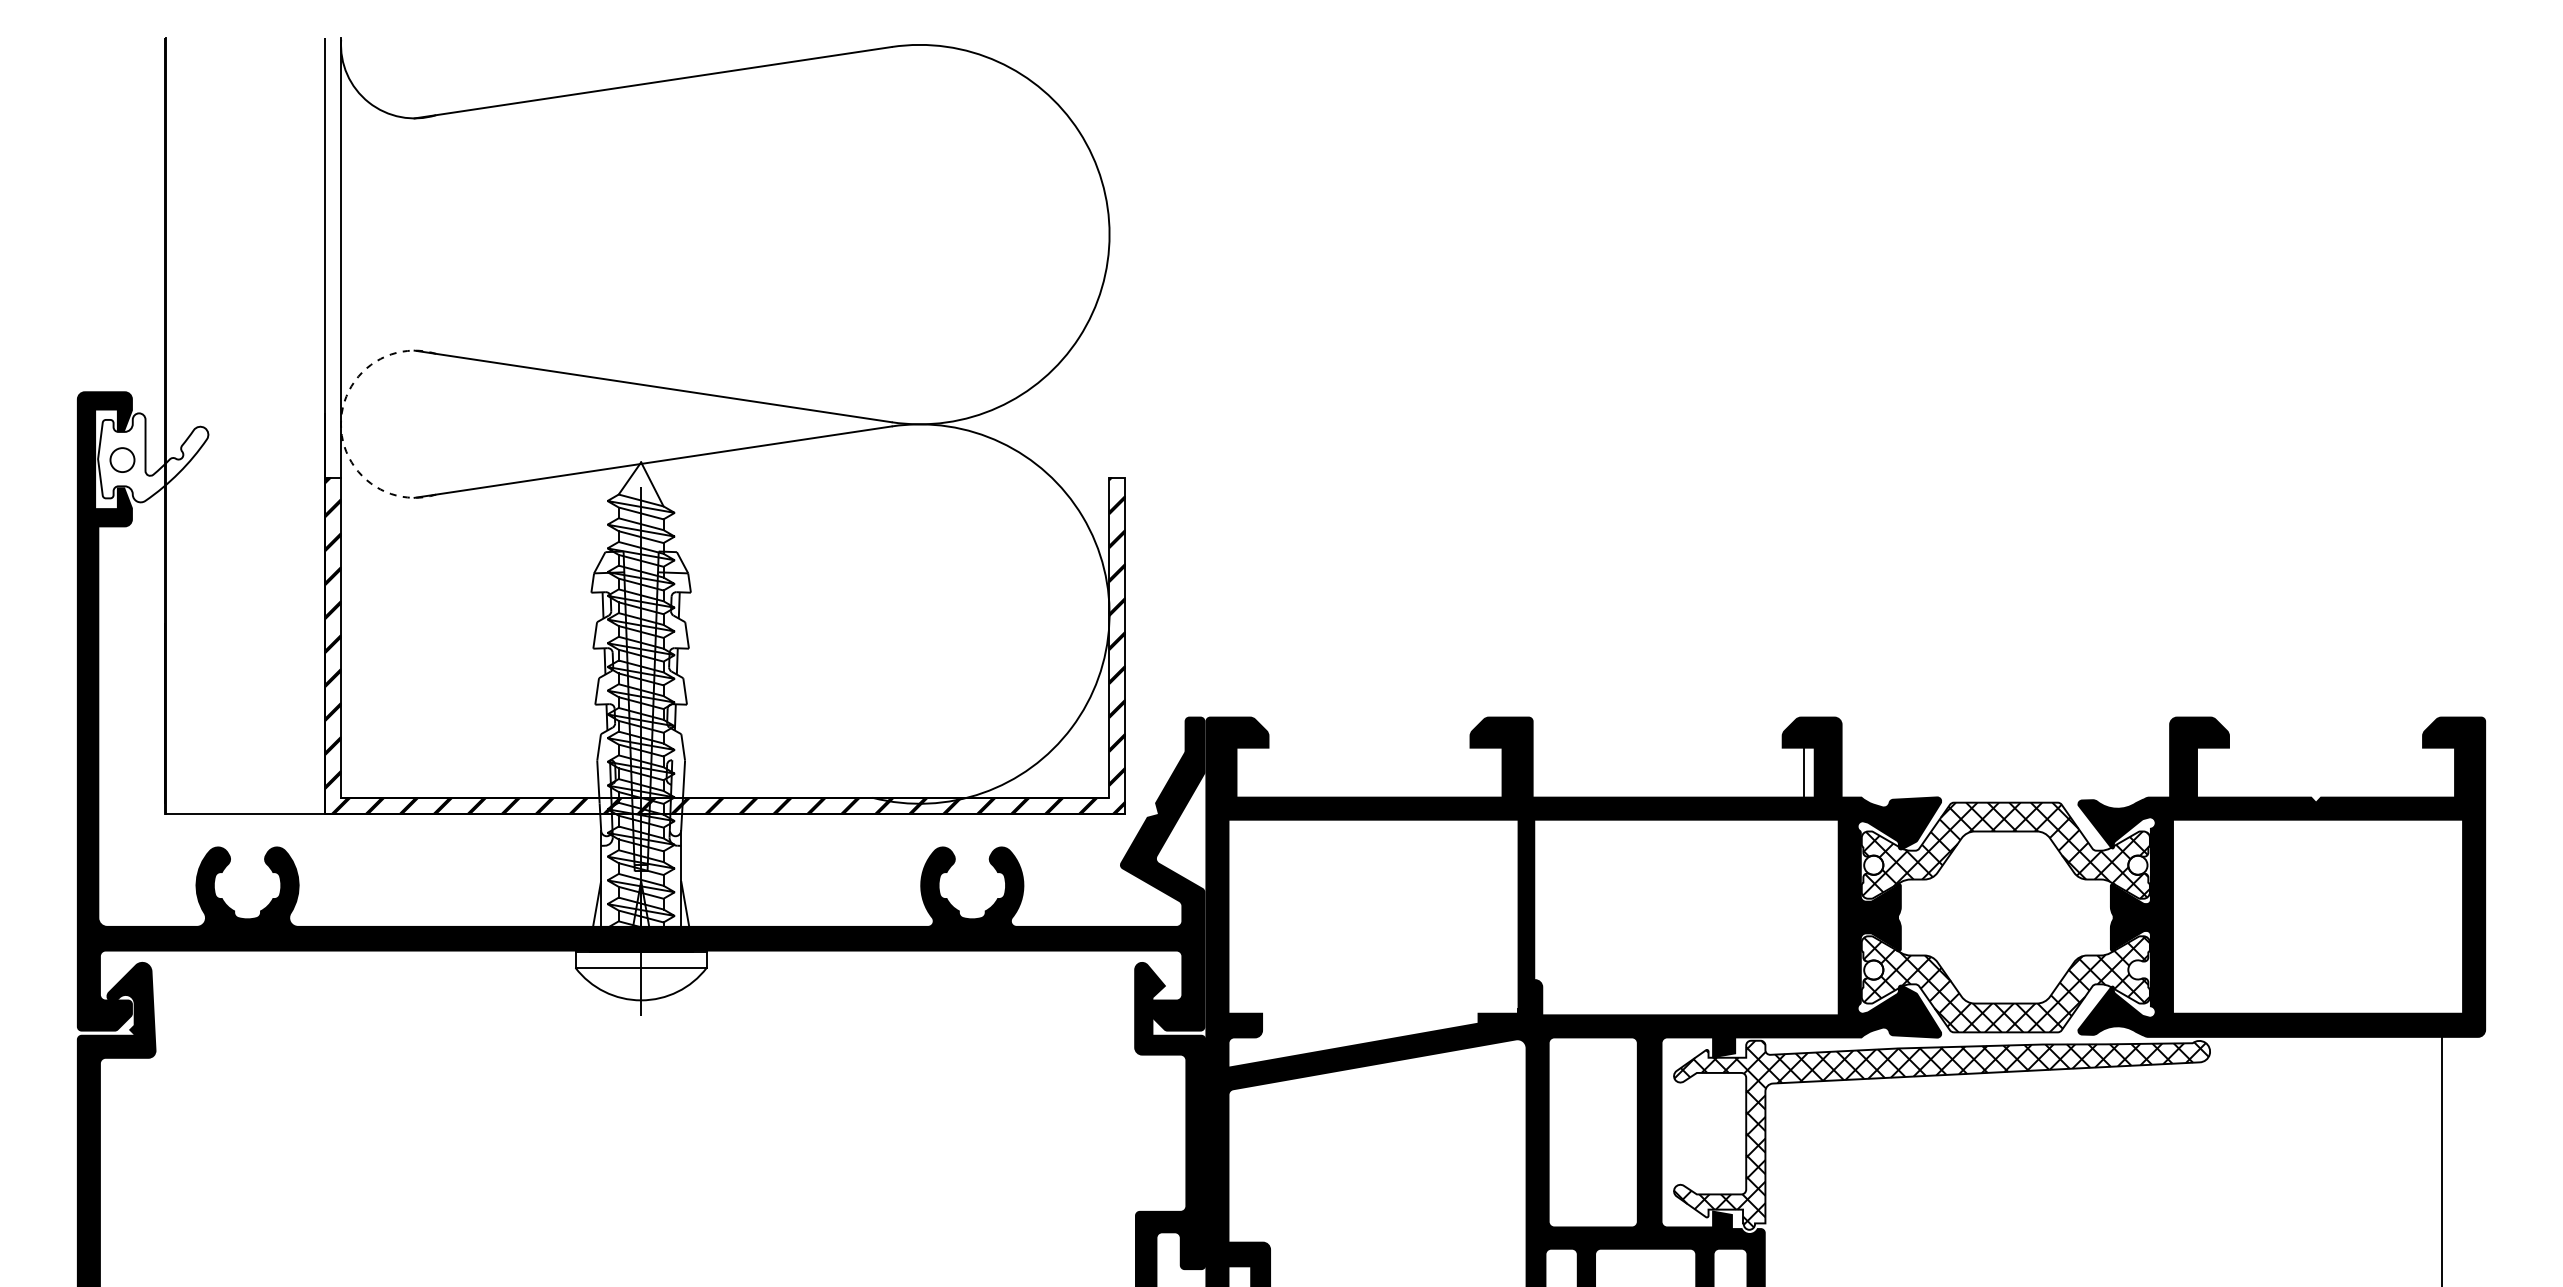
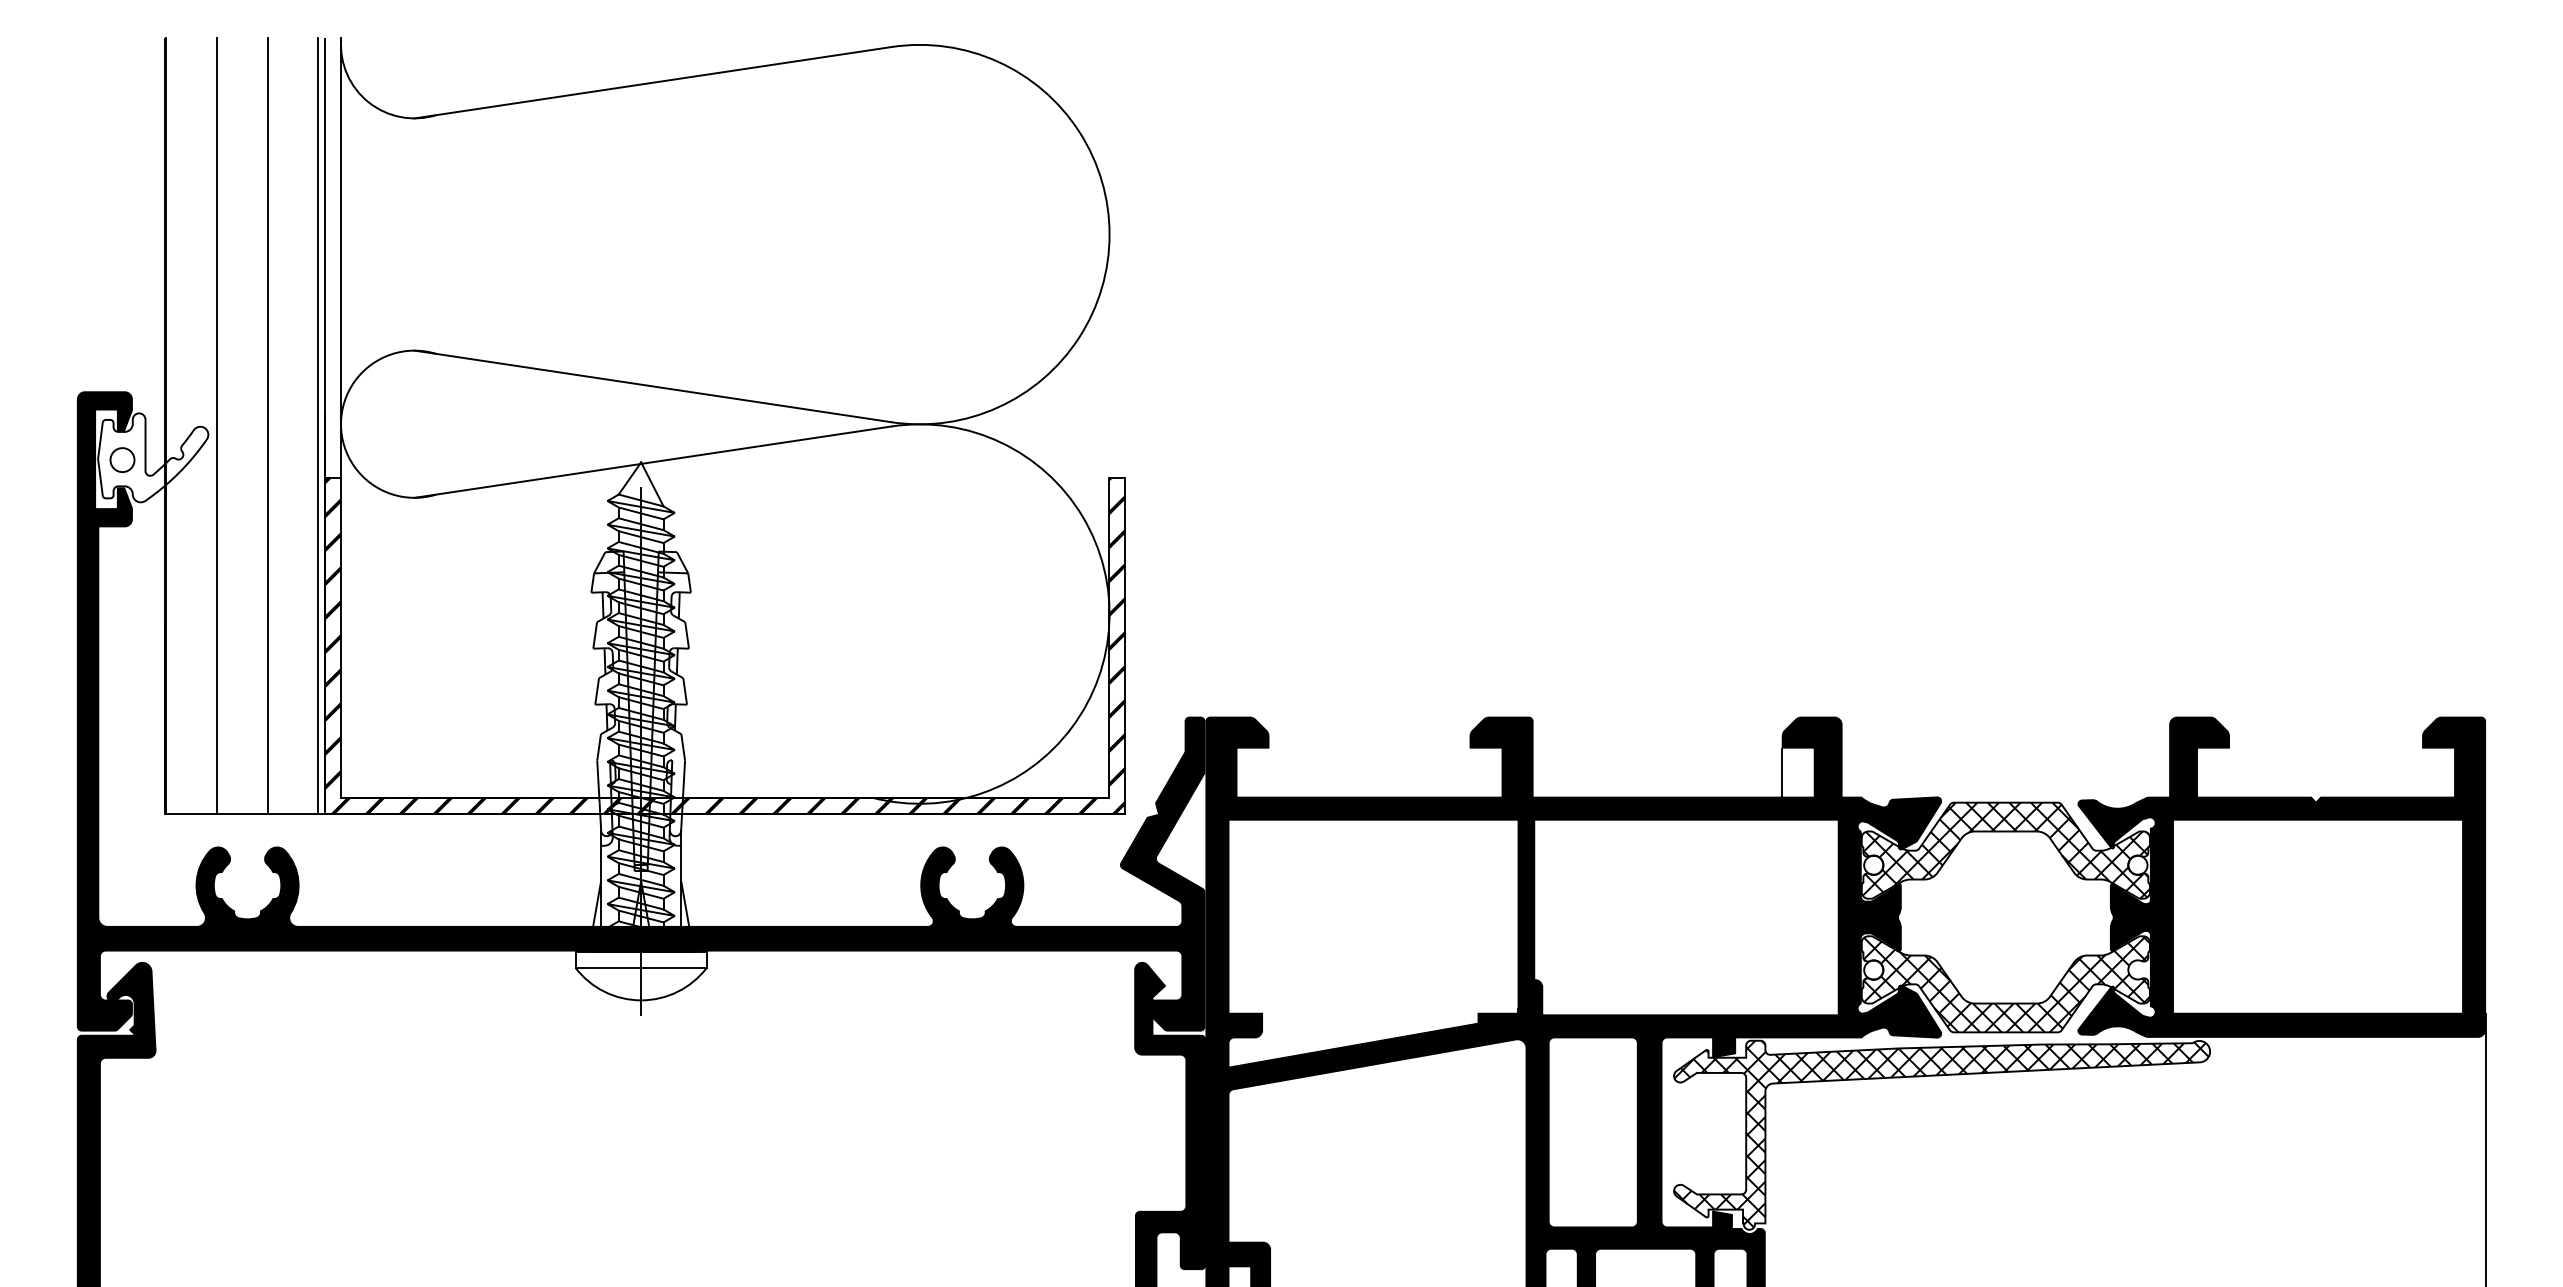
arc at (341, 424): dashed -> solid
line at (216, 425): none -> present
line at (267, 425): none -> present
line at (318, 425): none -> present
line at (1803, 772) position: (1803, 772) -> (1781, 772)
line at (2442, 1148) position: (2442, 1148) -> (2486, 1148)
